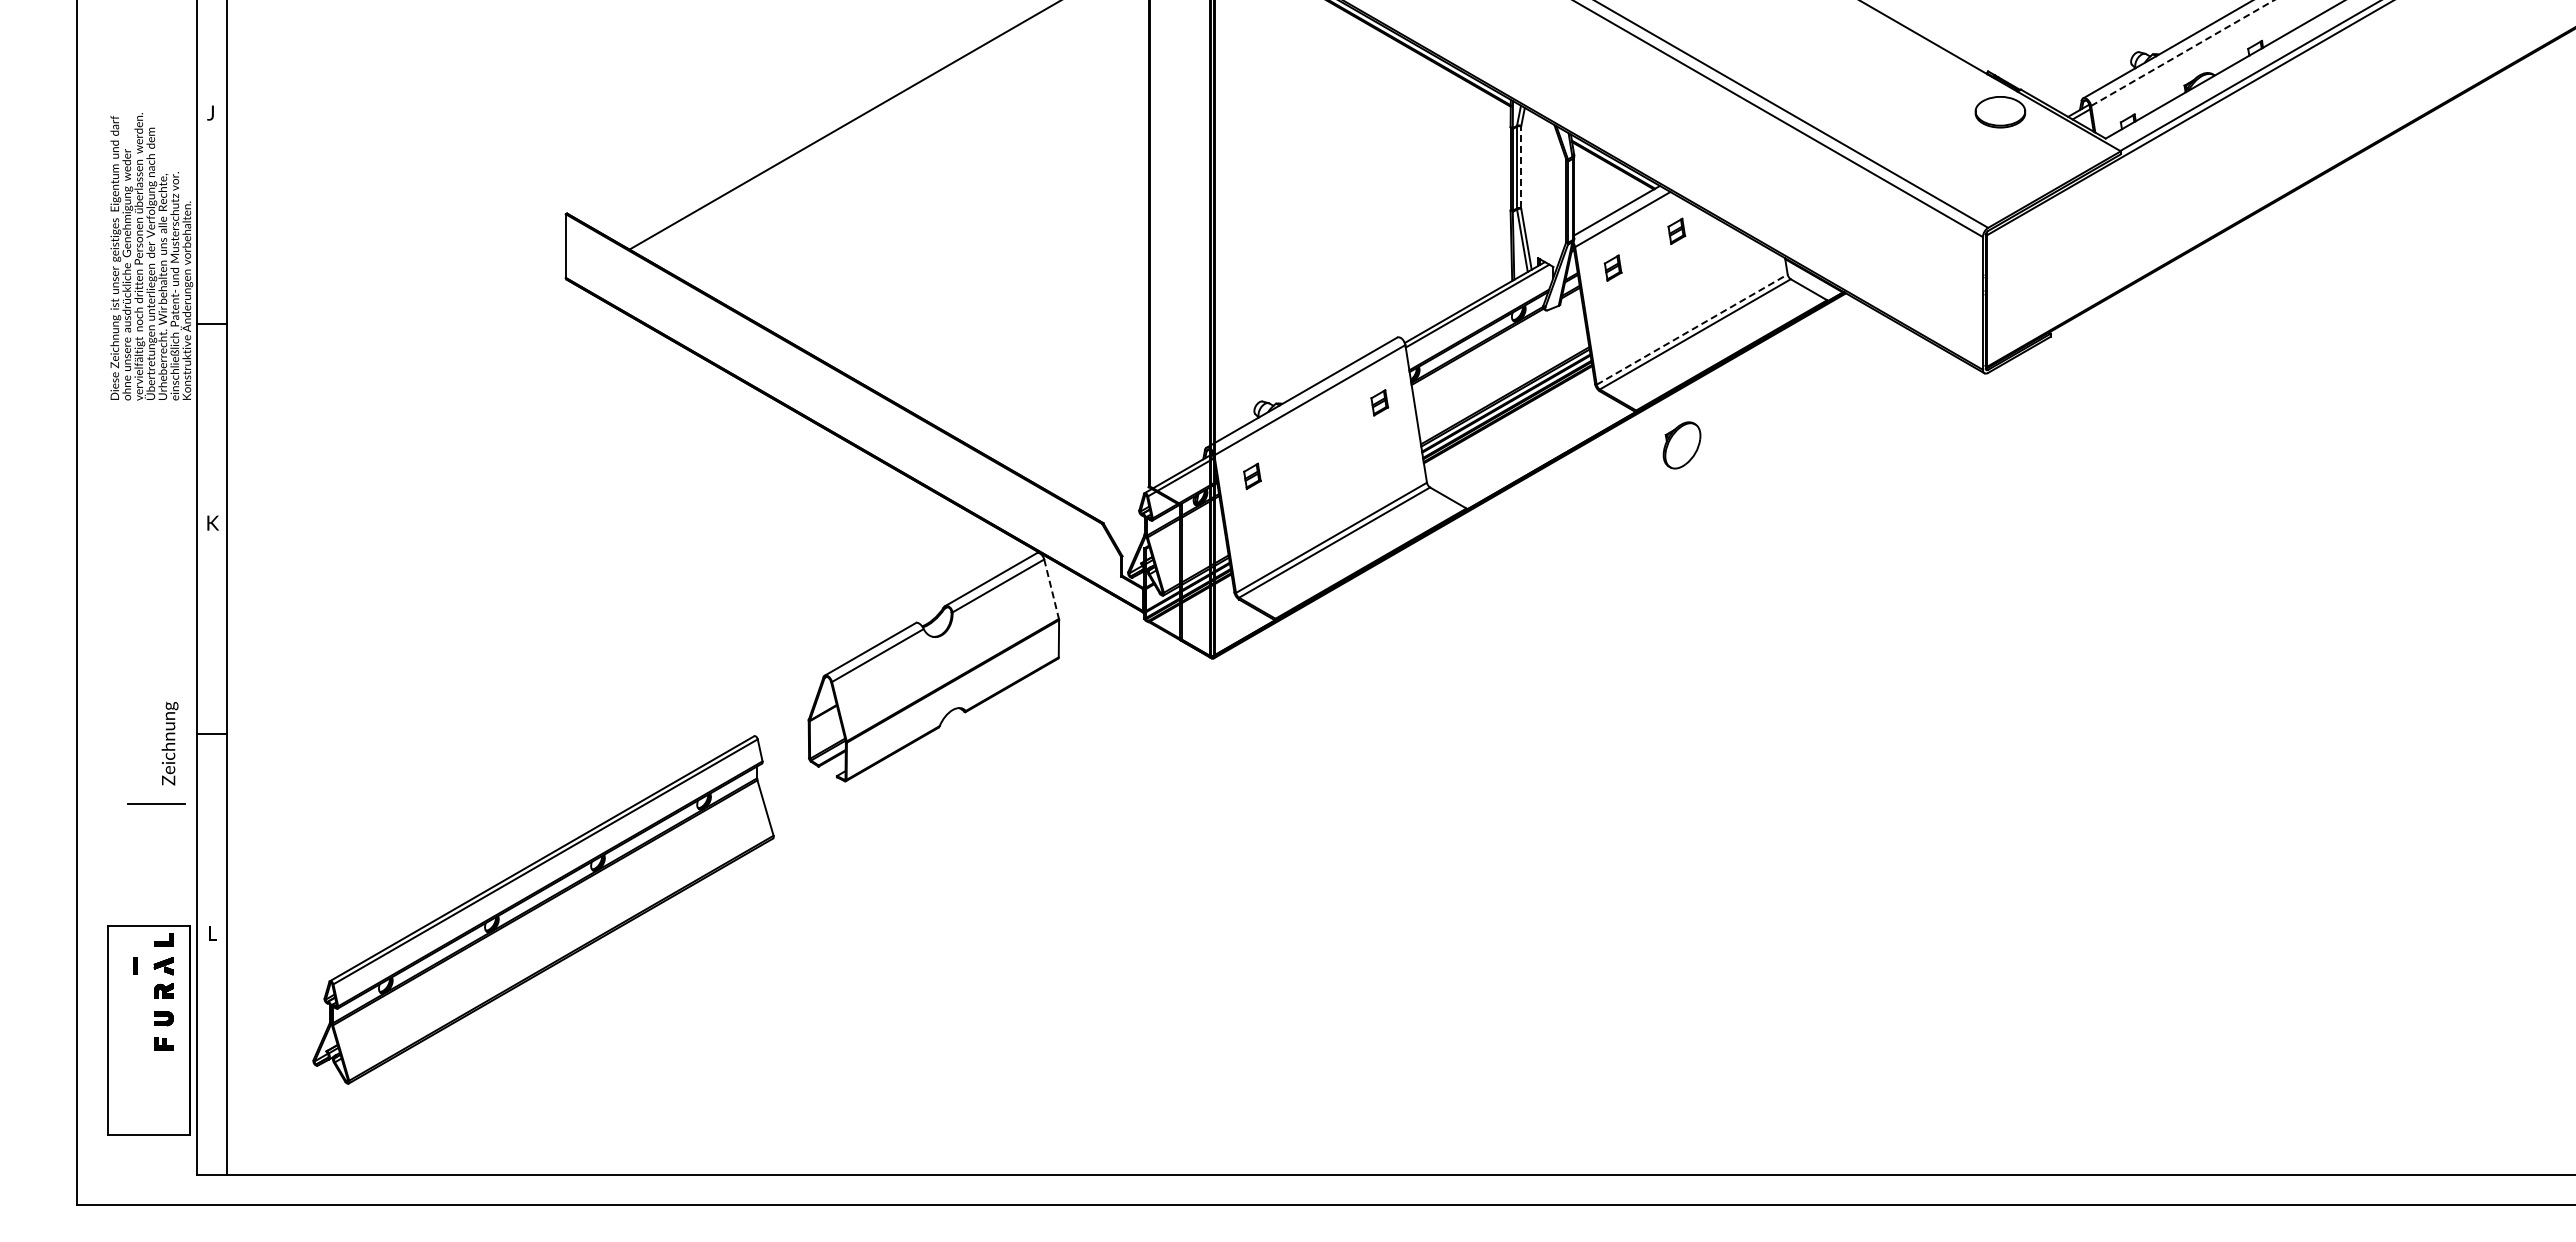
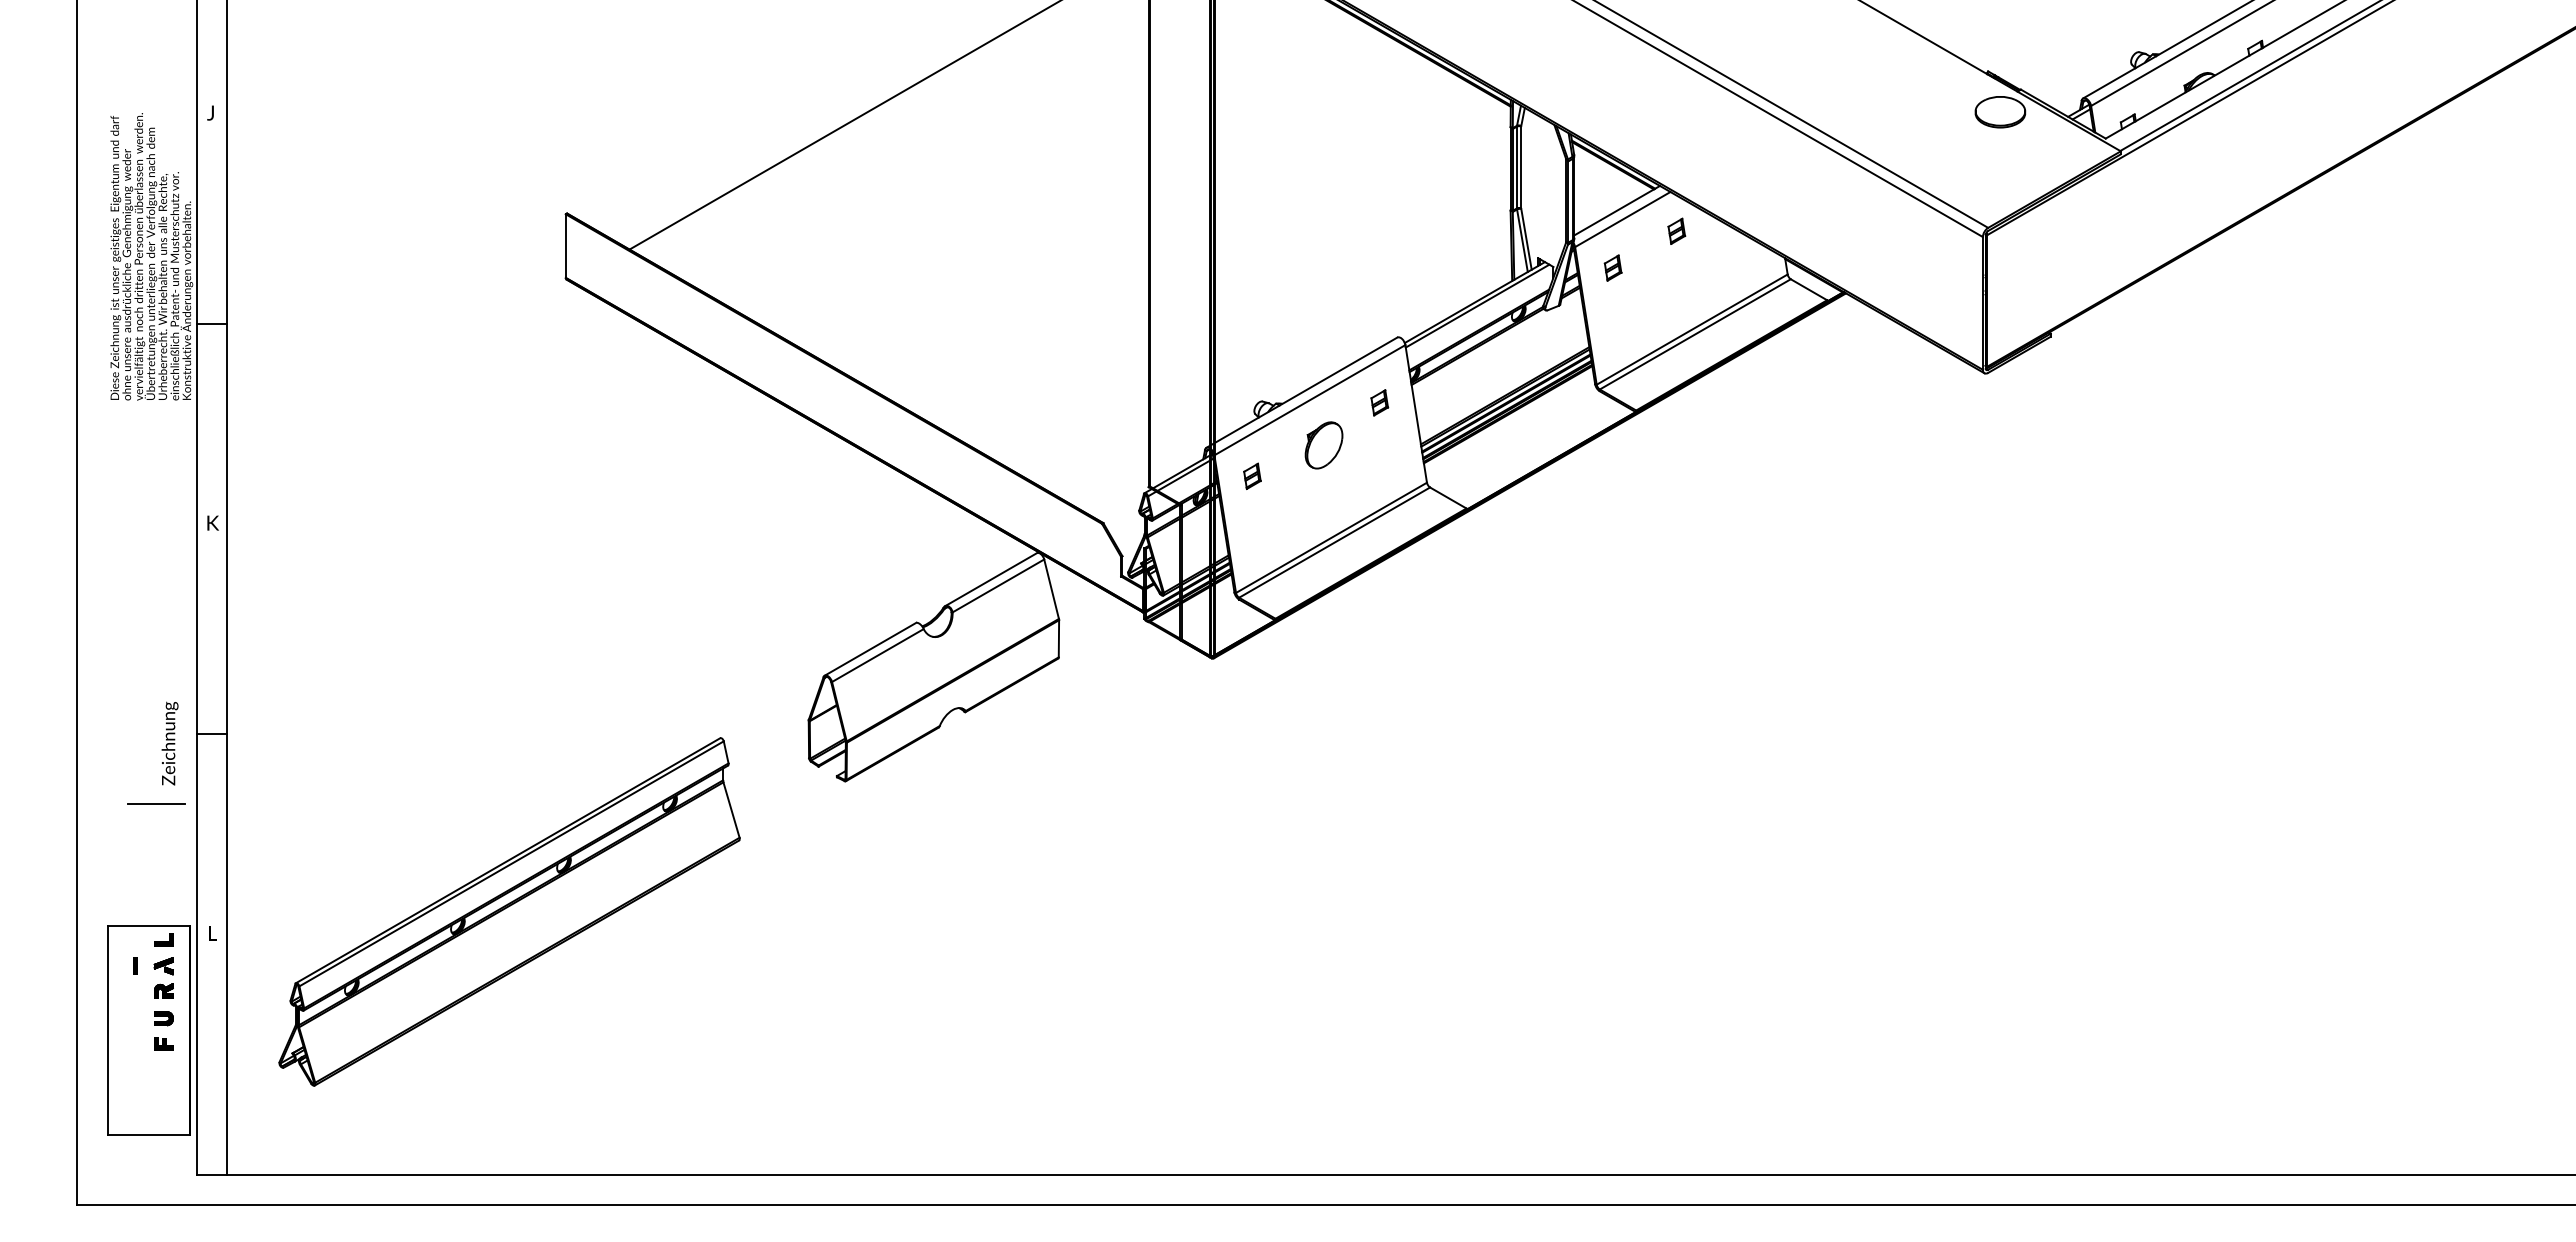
line at (2182, 53): dashed -> solid
line at (1521, 167): dashed -> solid
line at (1692, 329): dashed -> solid
part at (1681, 445) position: (1681, 445) -> (1323, 445)
line at (1051, 589): dashed -> solid
part at (543, 909) position: (543, 909) -> (509, 911)
